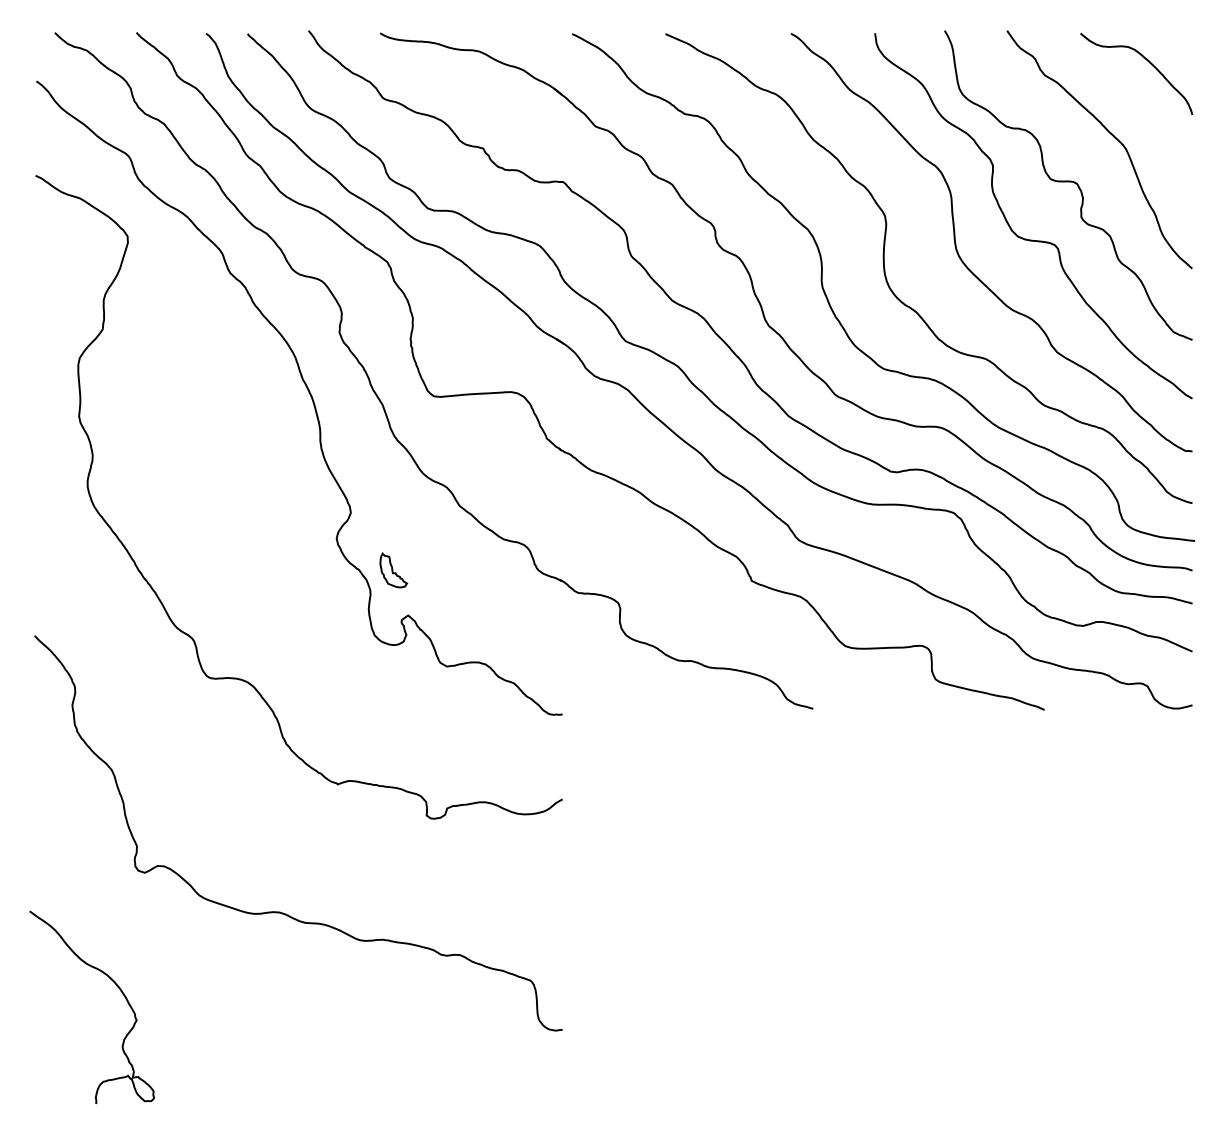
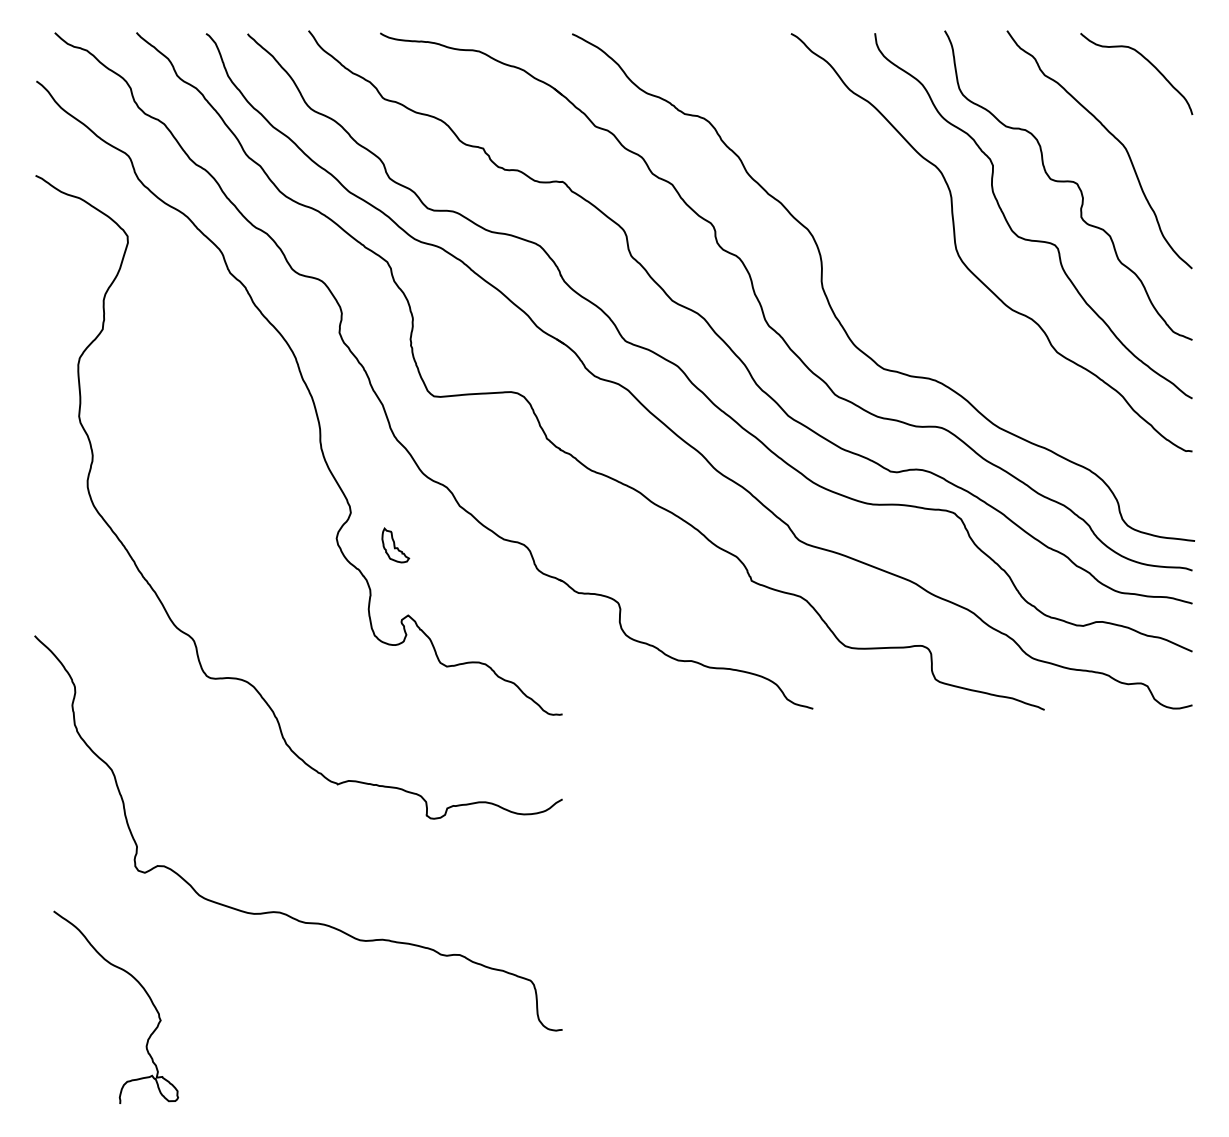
curve at (898, 297): present -> none
part at (393, 570) position: (393, 570) -> (395, 545)
curve at (116, 986) position: (116, 986) -> (140, 986)
